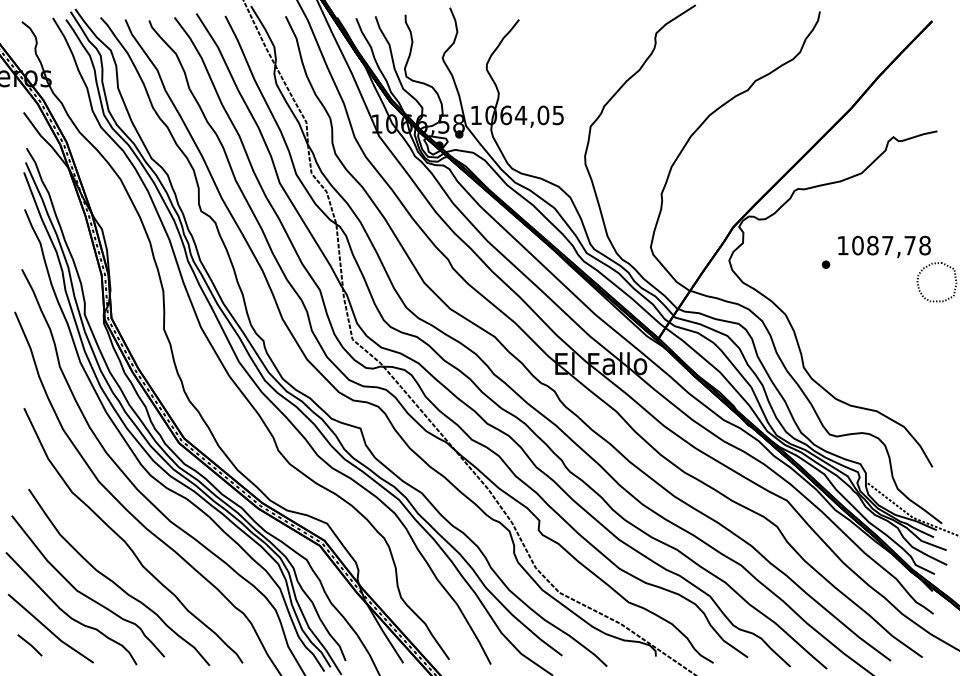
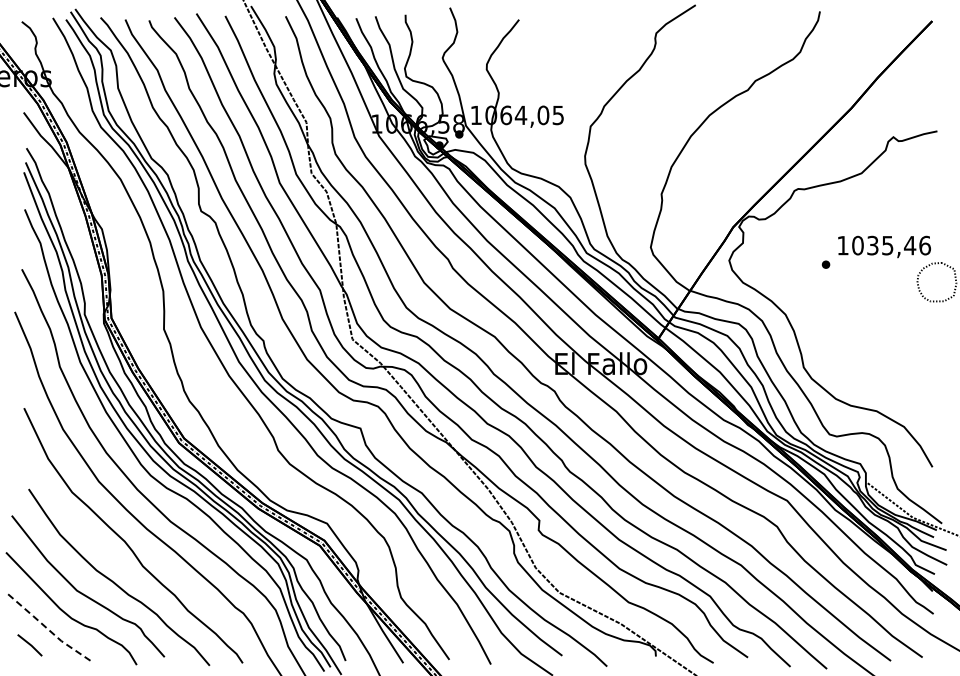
text at (899, 245): 1087,78 -> 1035,46
line at (49, 630): solid -> dashed
